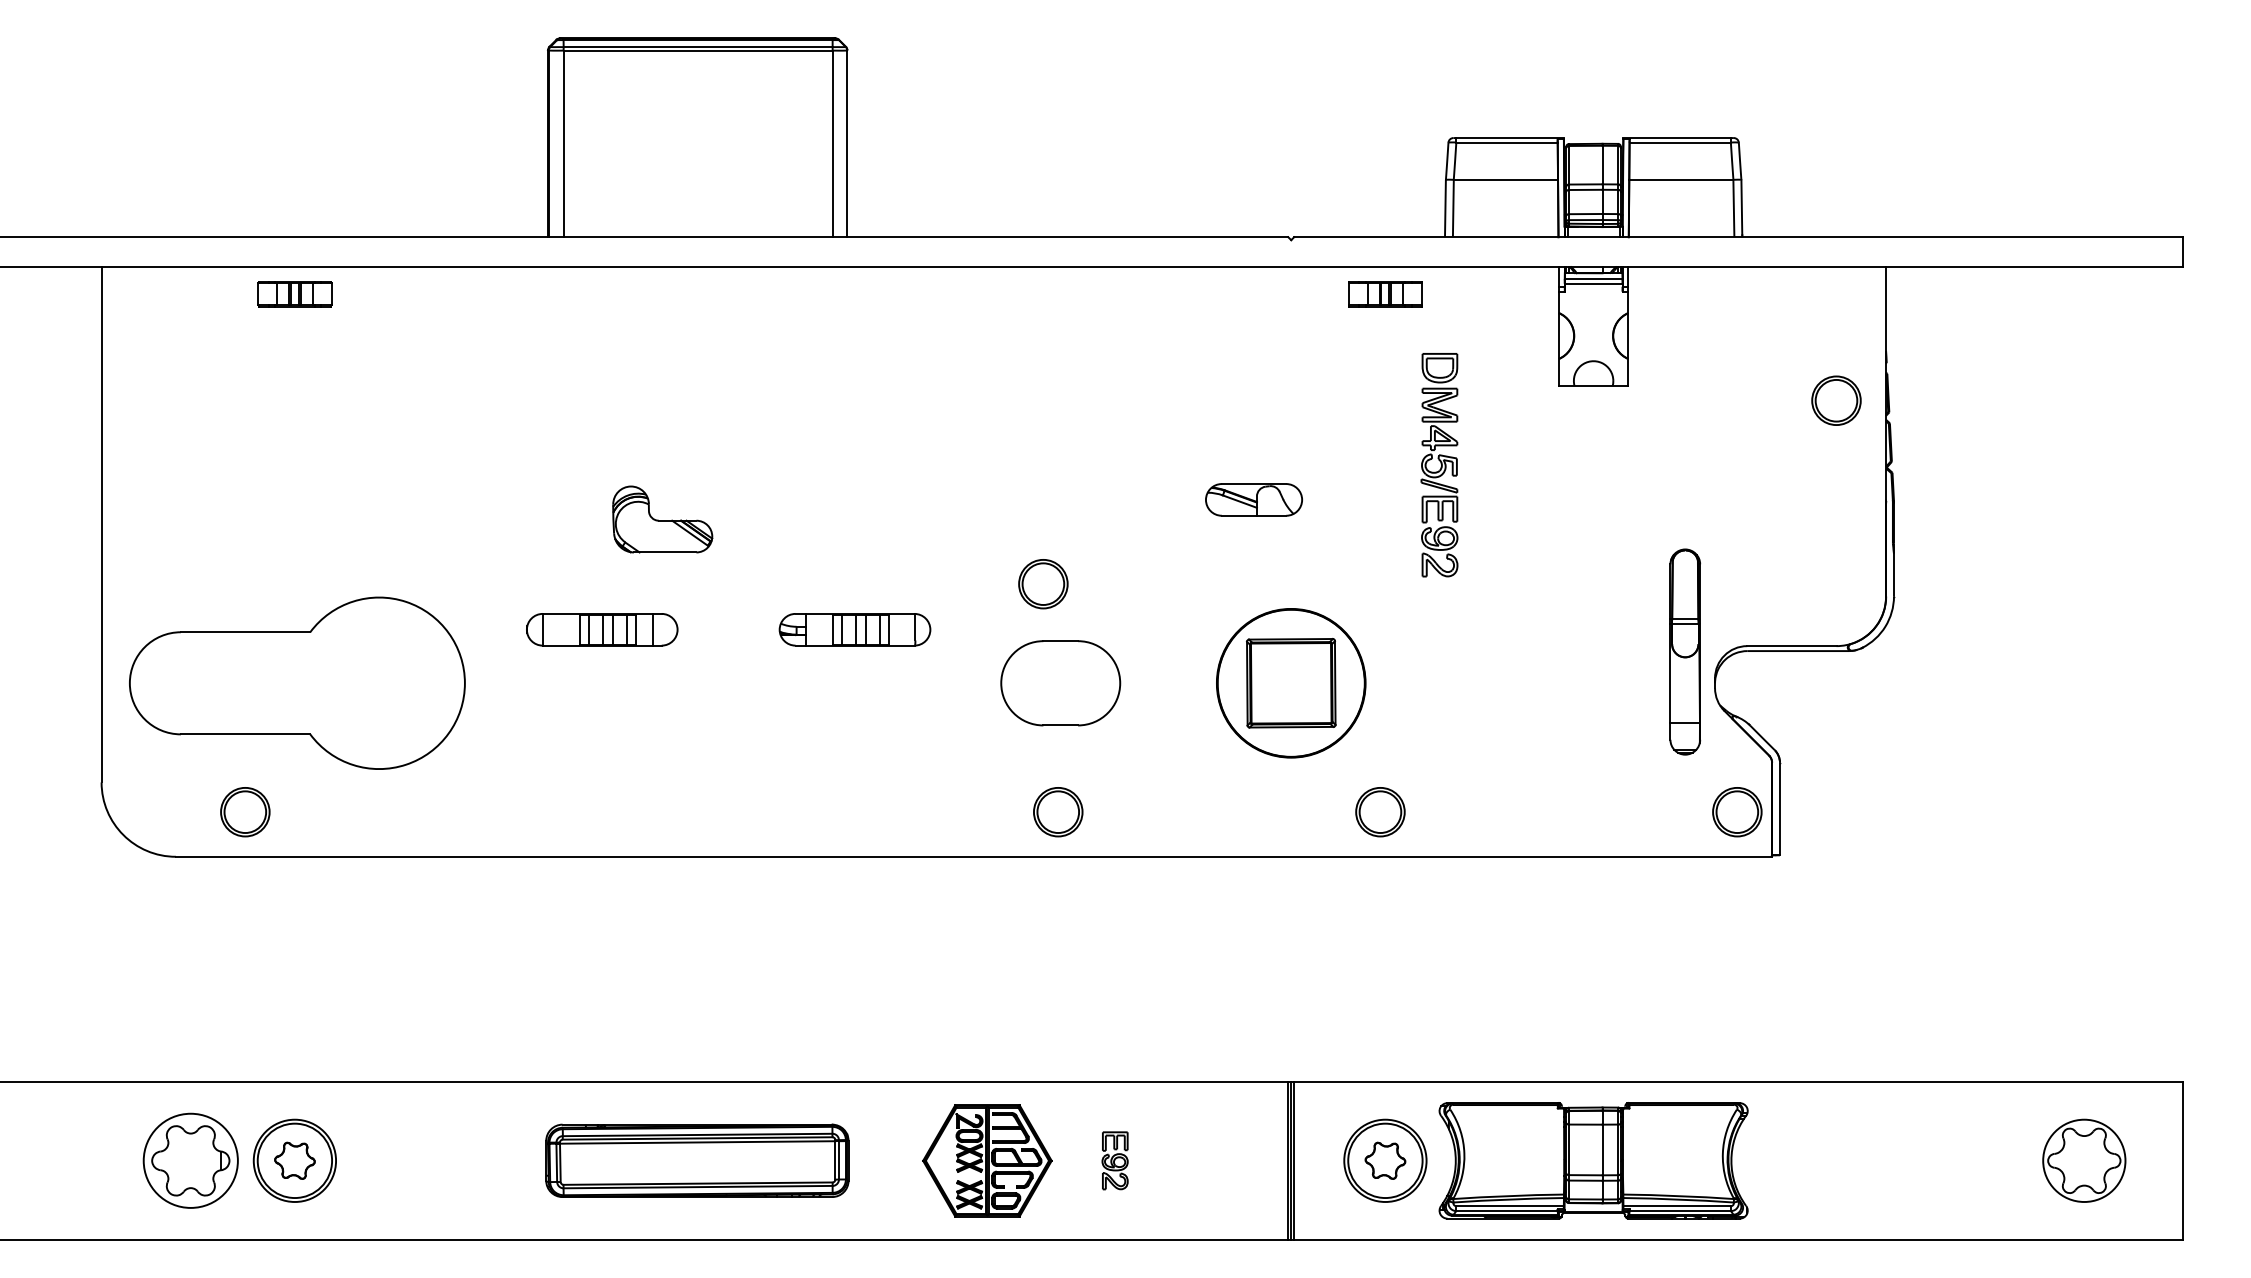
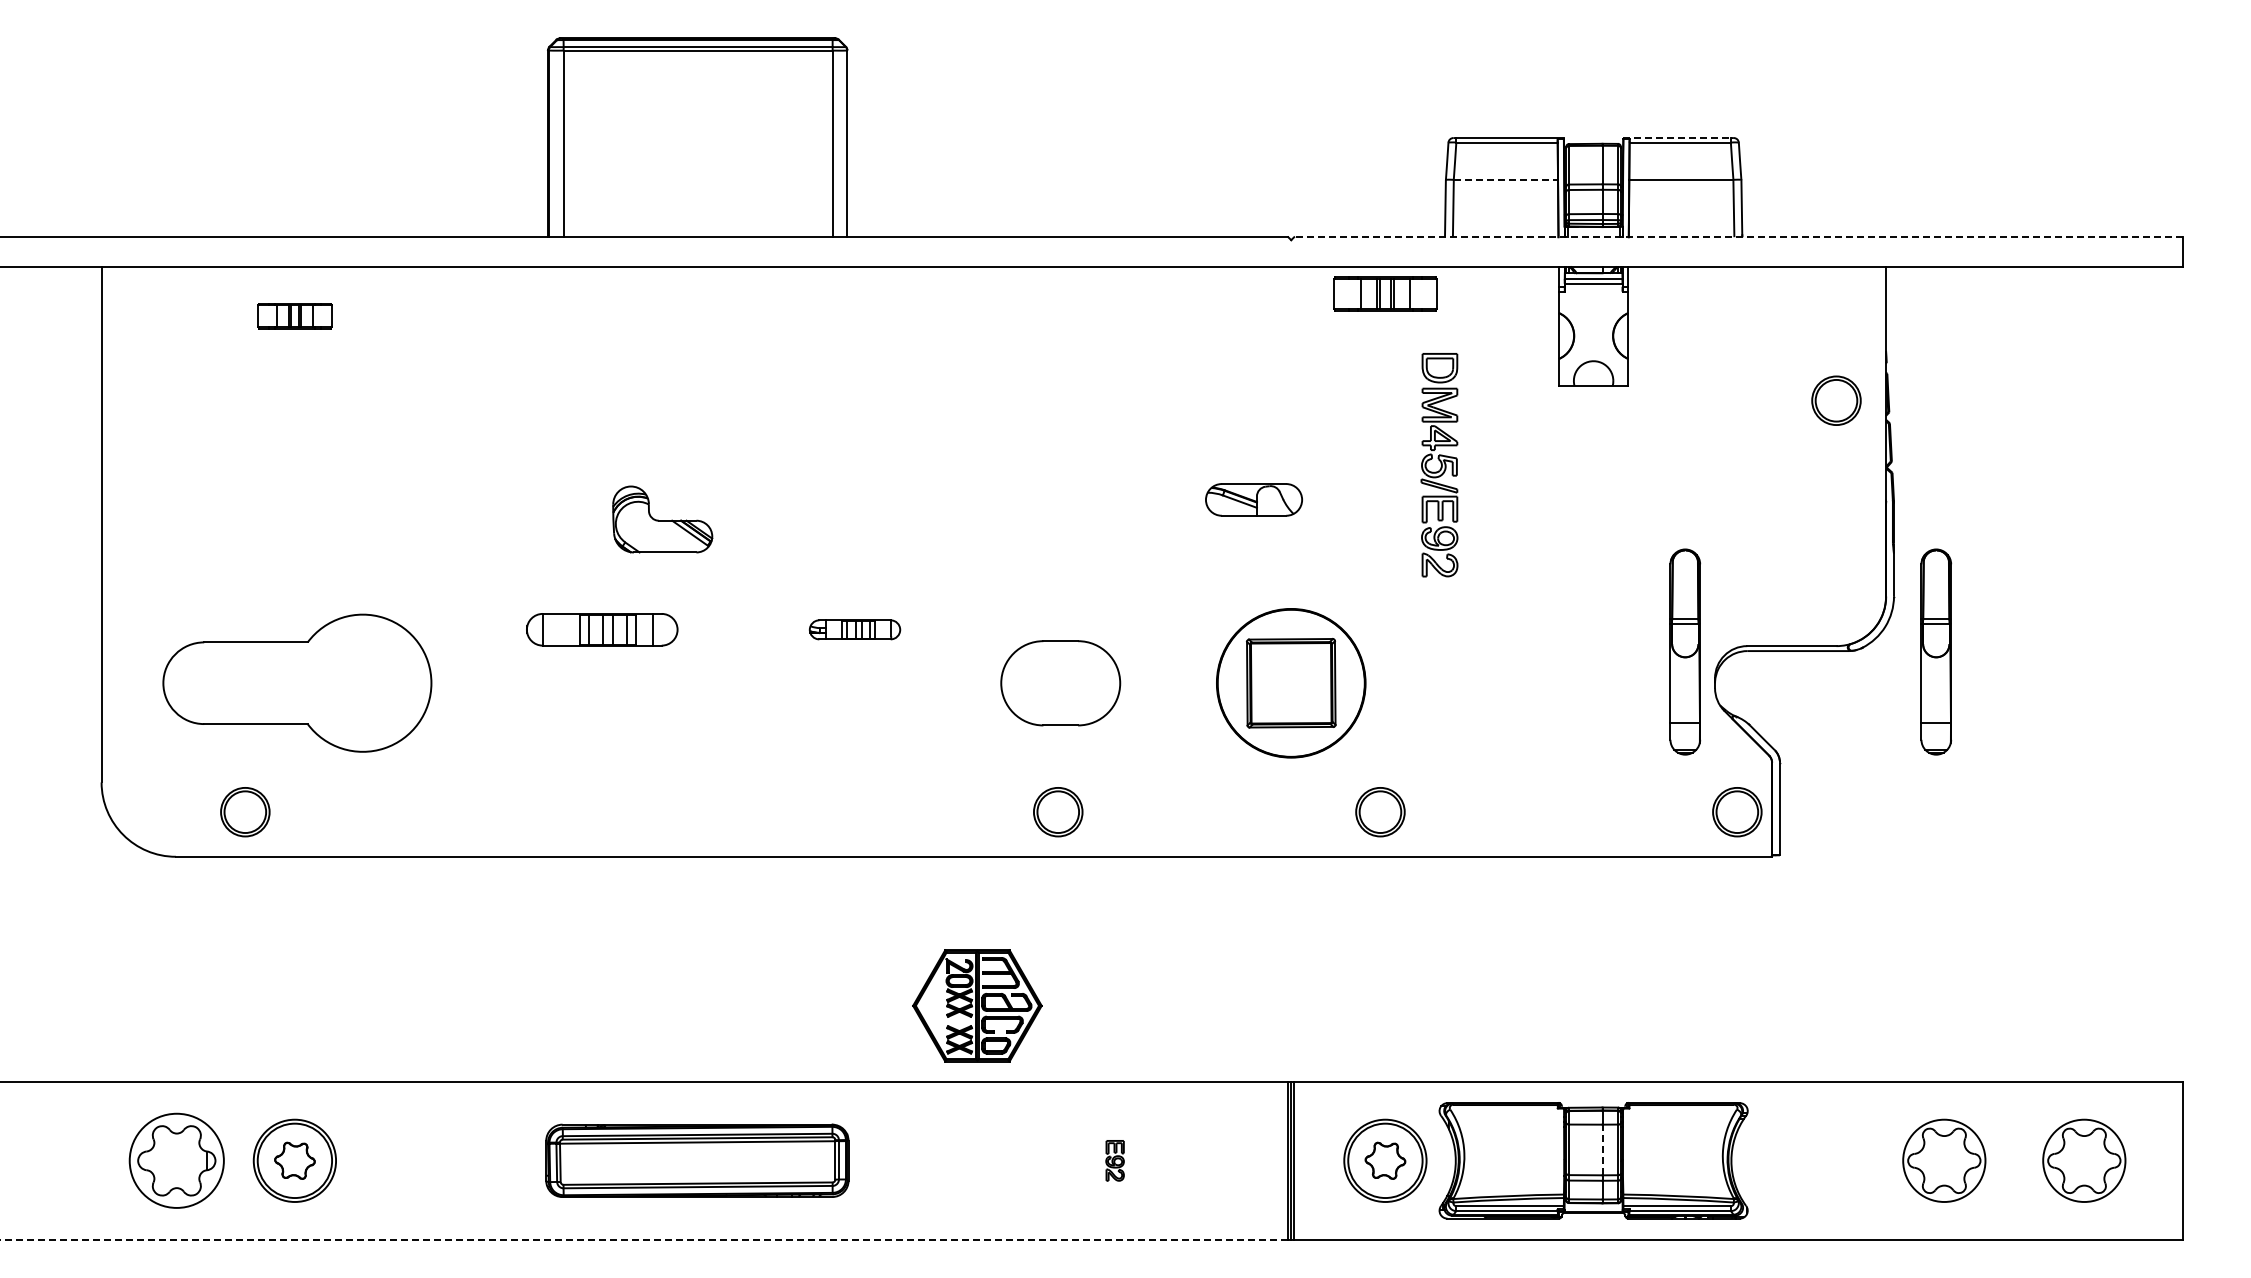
line at (1677, 138): solid -> dashed
line at (1506, 179): solid -> dashed
line at (1738, 237): solid -> dashed
part at (294, 294) position: (294, 294) -> (294, 316)
part at (1385, 294) size: 75x27 px -> 105x36 px
part at (1043, 584): present -> none
part at (854, 629) size: 154x34 px -> 94x22 px
part at (1936, 651): none -> present
part at (297, 682) size: 337x174 px -> 271x140 px
line at (1602, 1149): solid -> dashed
part at (190, 1160) position: (190, 1160) -> (176, 1160)
part at (987, 1160) position: (987, 1160) -> (977, 1005)
part at (1114, 1160) size: 28x60 px -> 20x42 px
part at (1944, 1160): none -> present
line at (643, 1239): solid -> dashed
